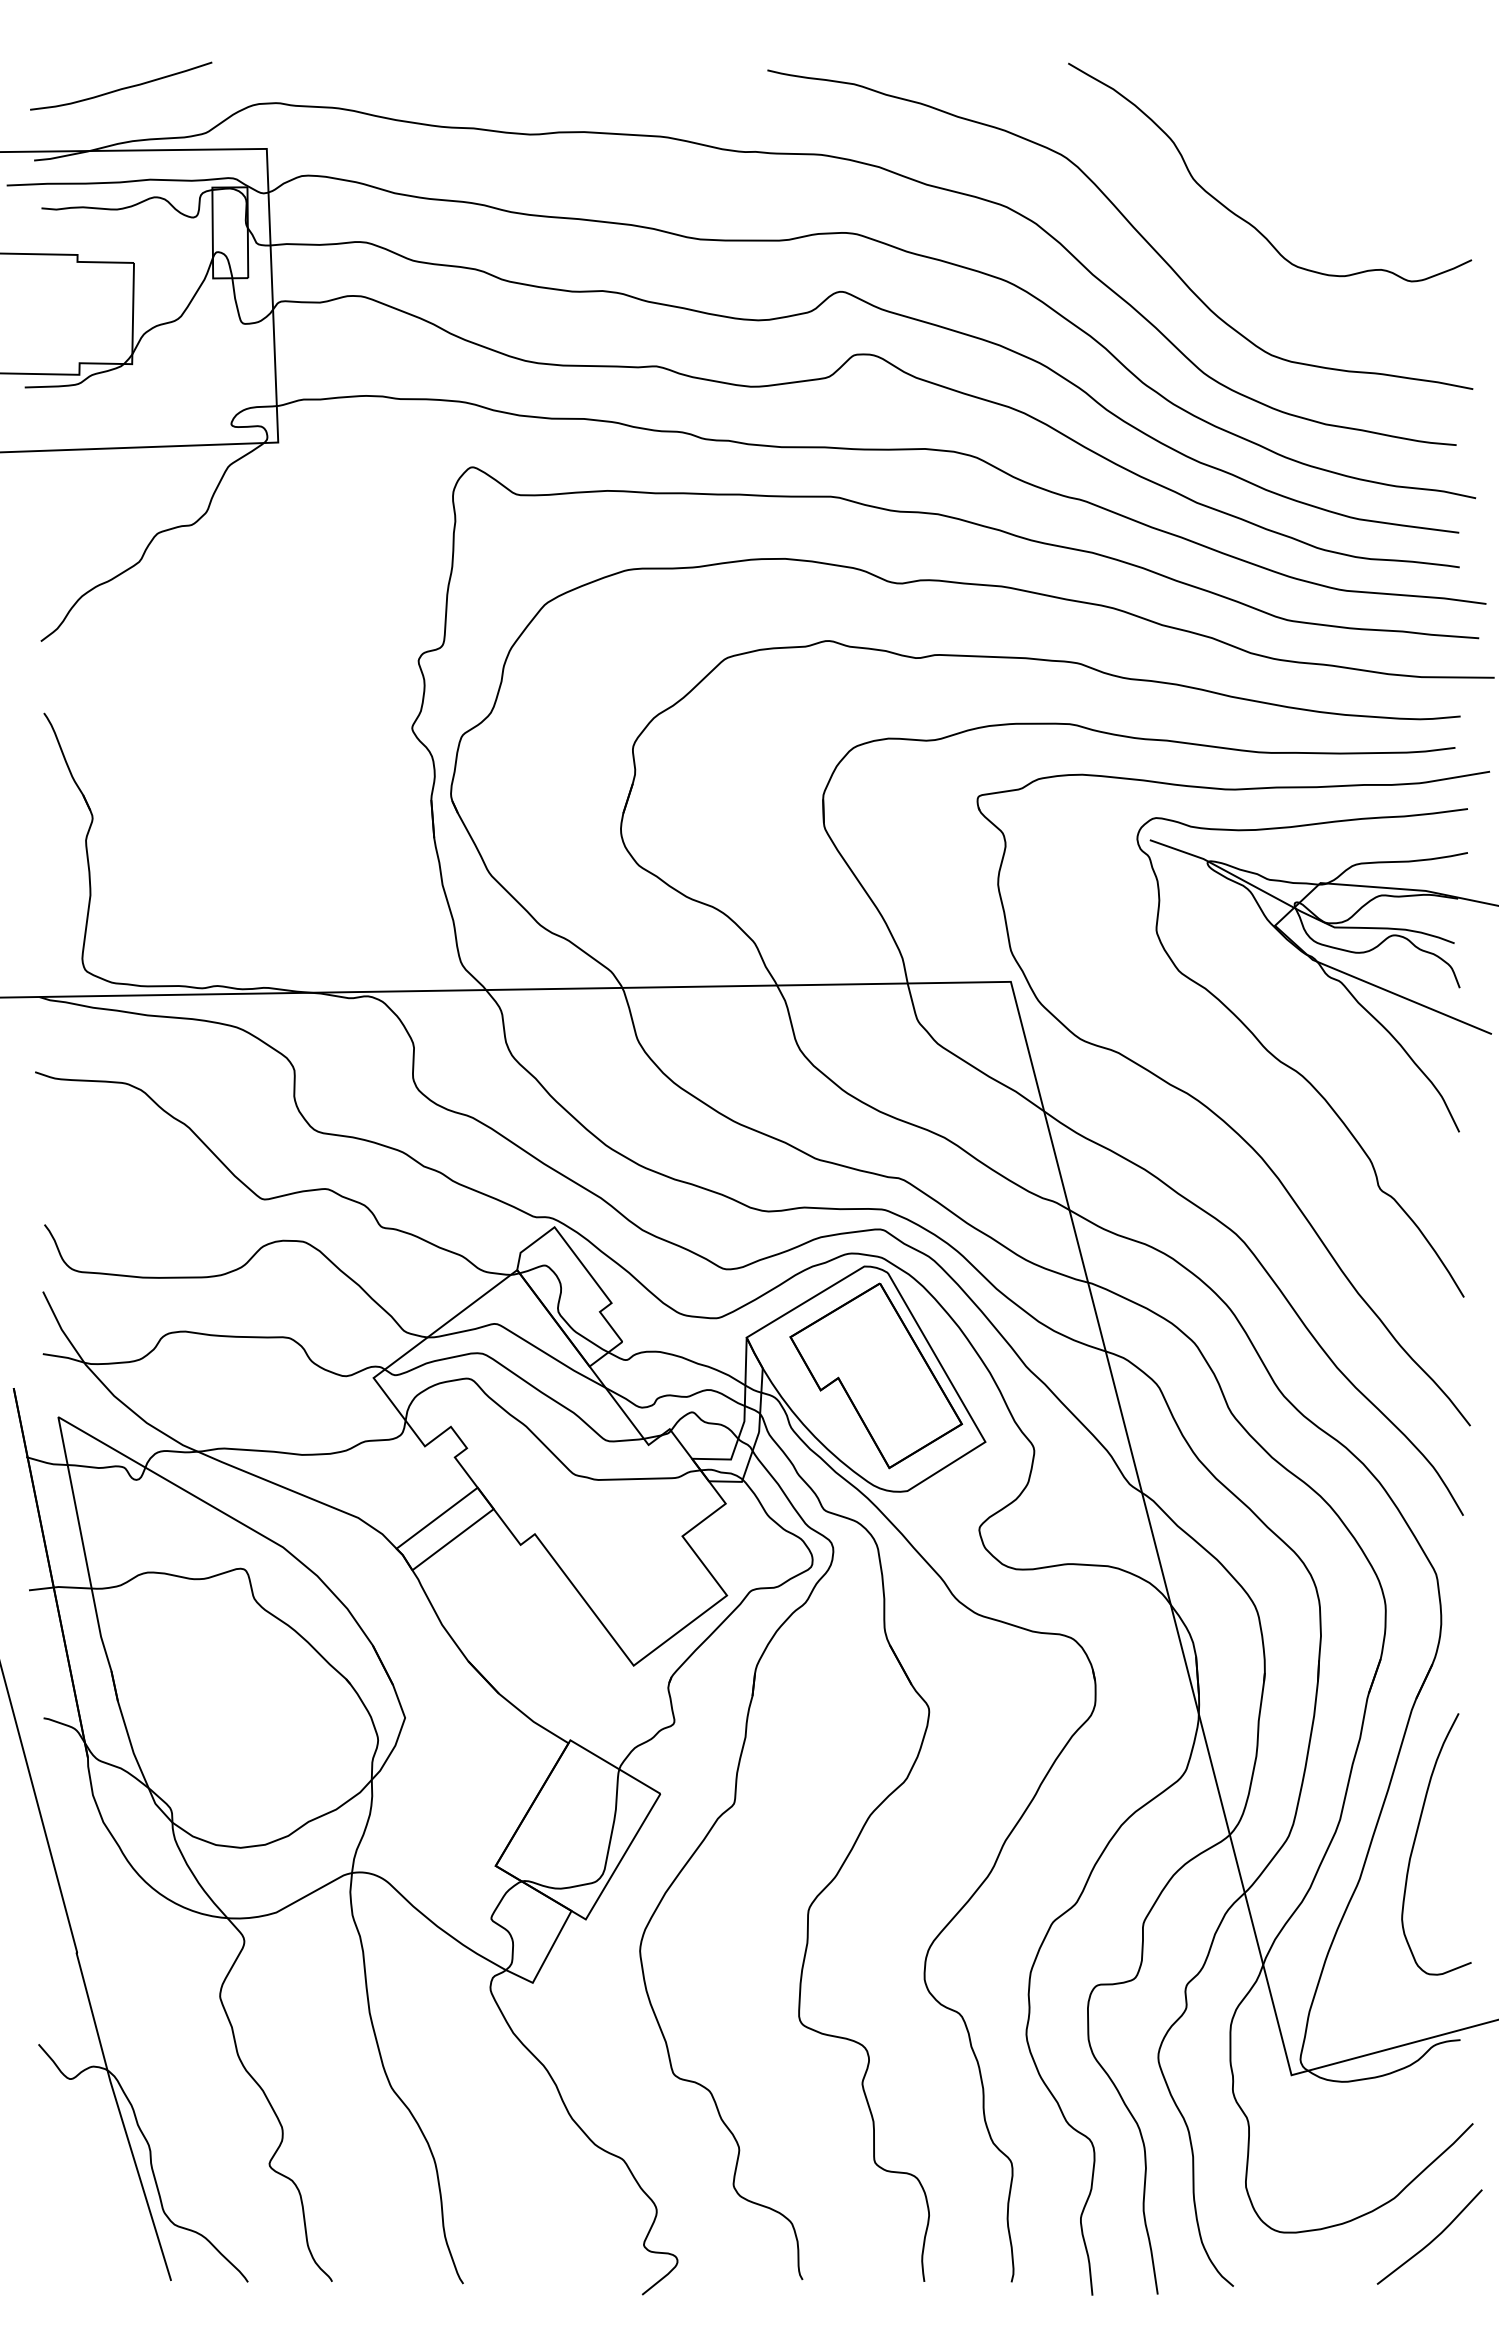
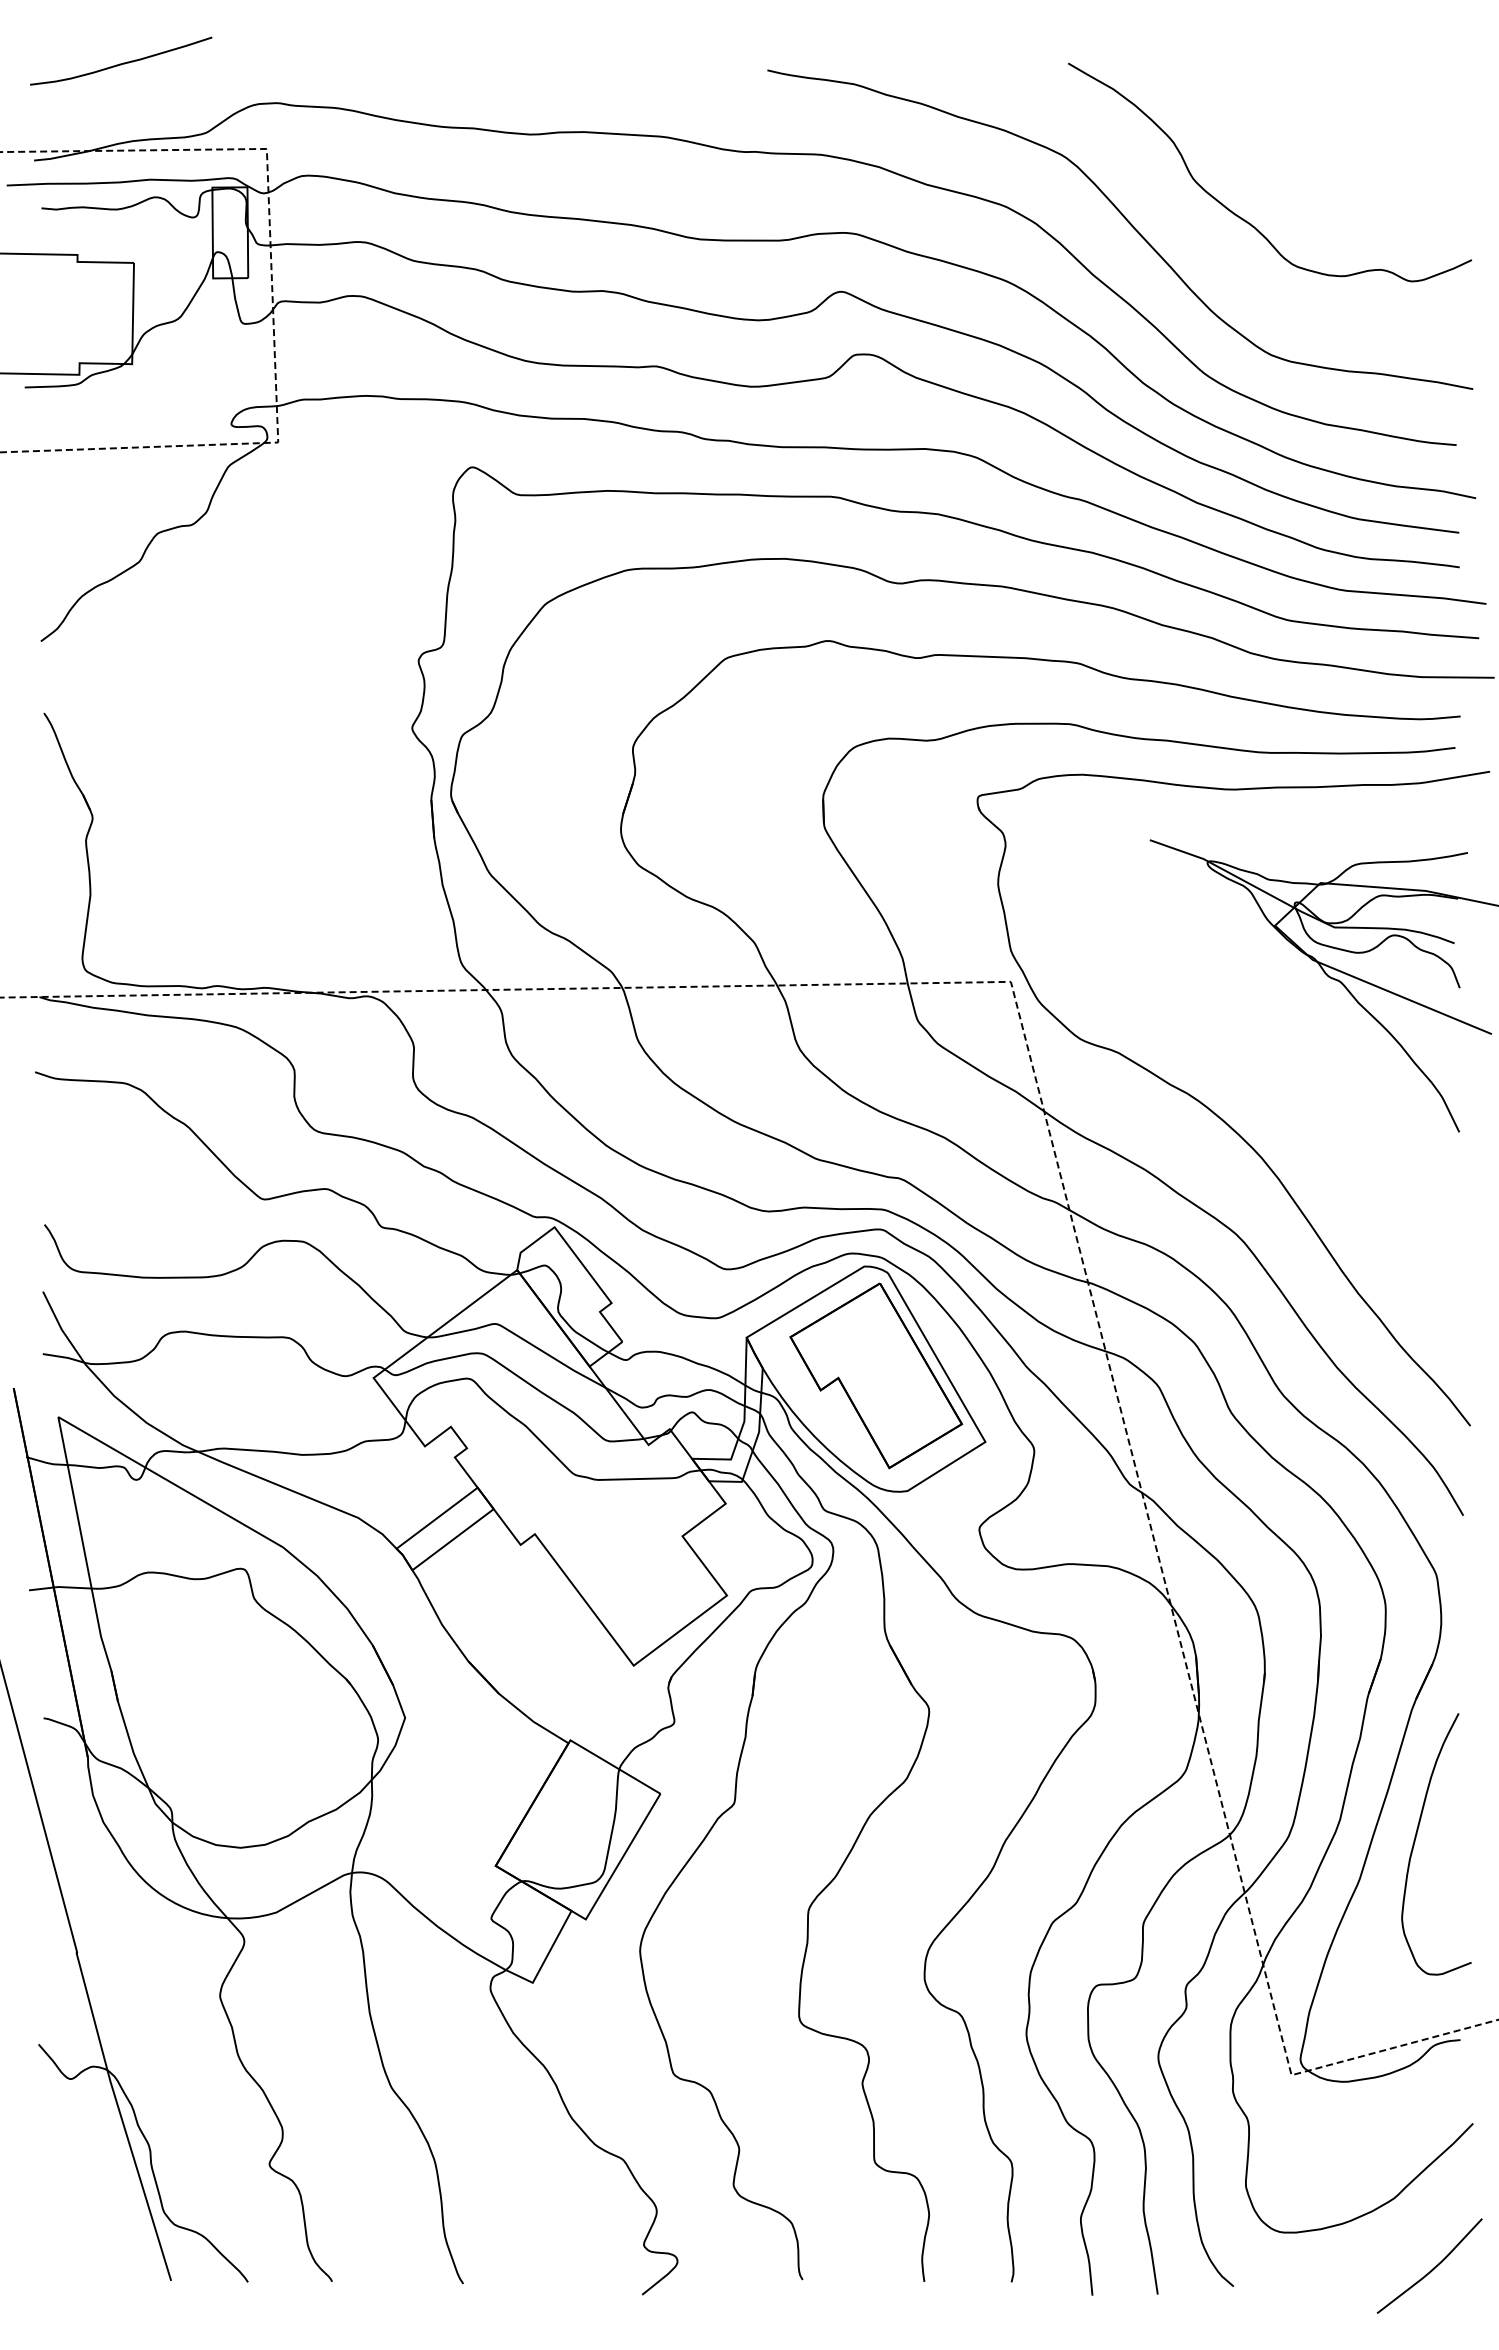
curve at (123, 87) position: (123, 87) -> (123, 62)
line at (272, 300): solid -> dashed
curve at (1292, 1067): present -> none
line at (1052, 1142): solid -> dashed
curve at (1432, 2239) position: (1432, 2239) -> (1432, 2268)
